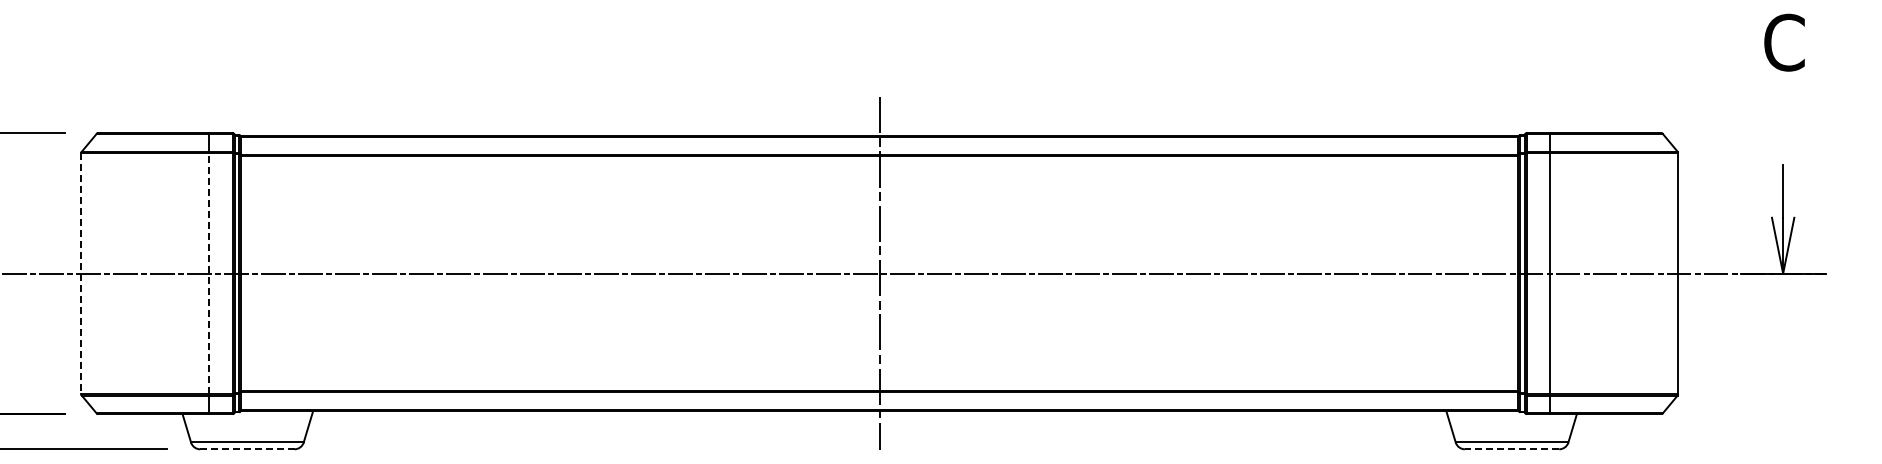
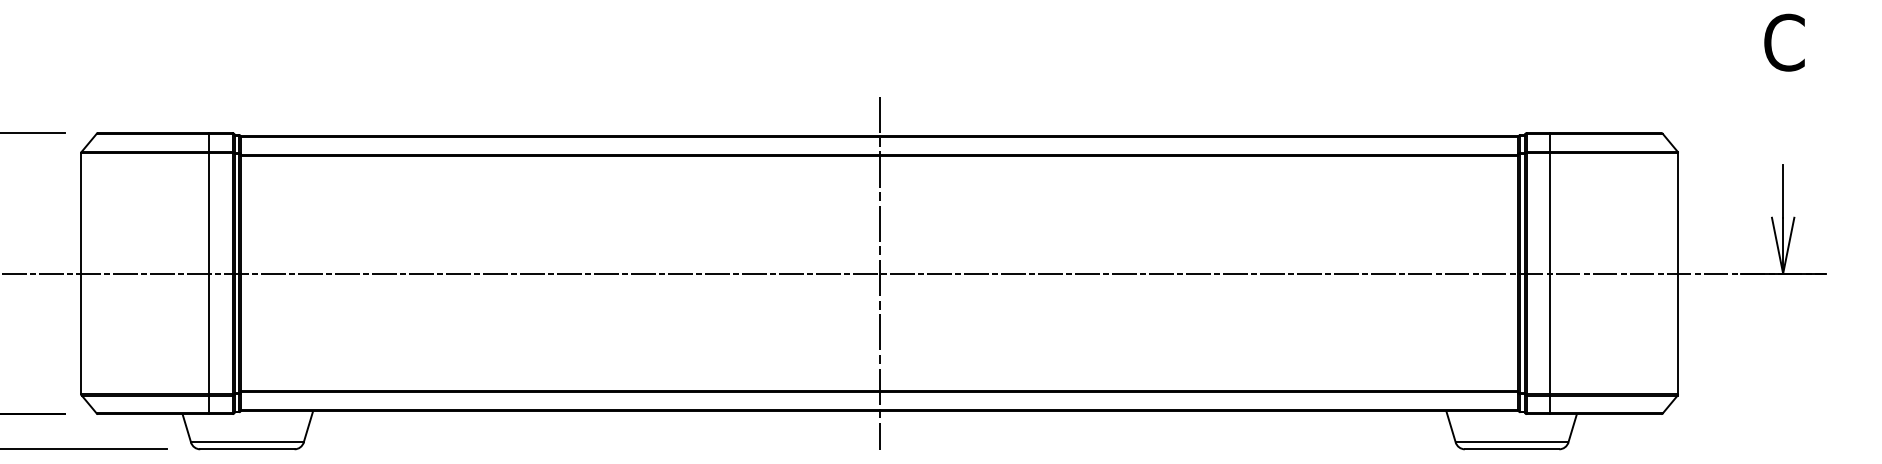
line at (81, 273): dashed -> solid
line at (209, 273): dashed -> solid
line at (246, 449): dashed -> solid
line at (1511, 449): dashed -> solid
